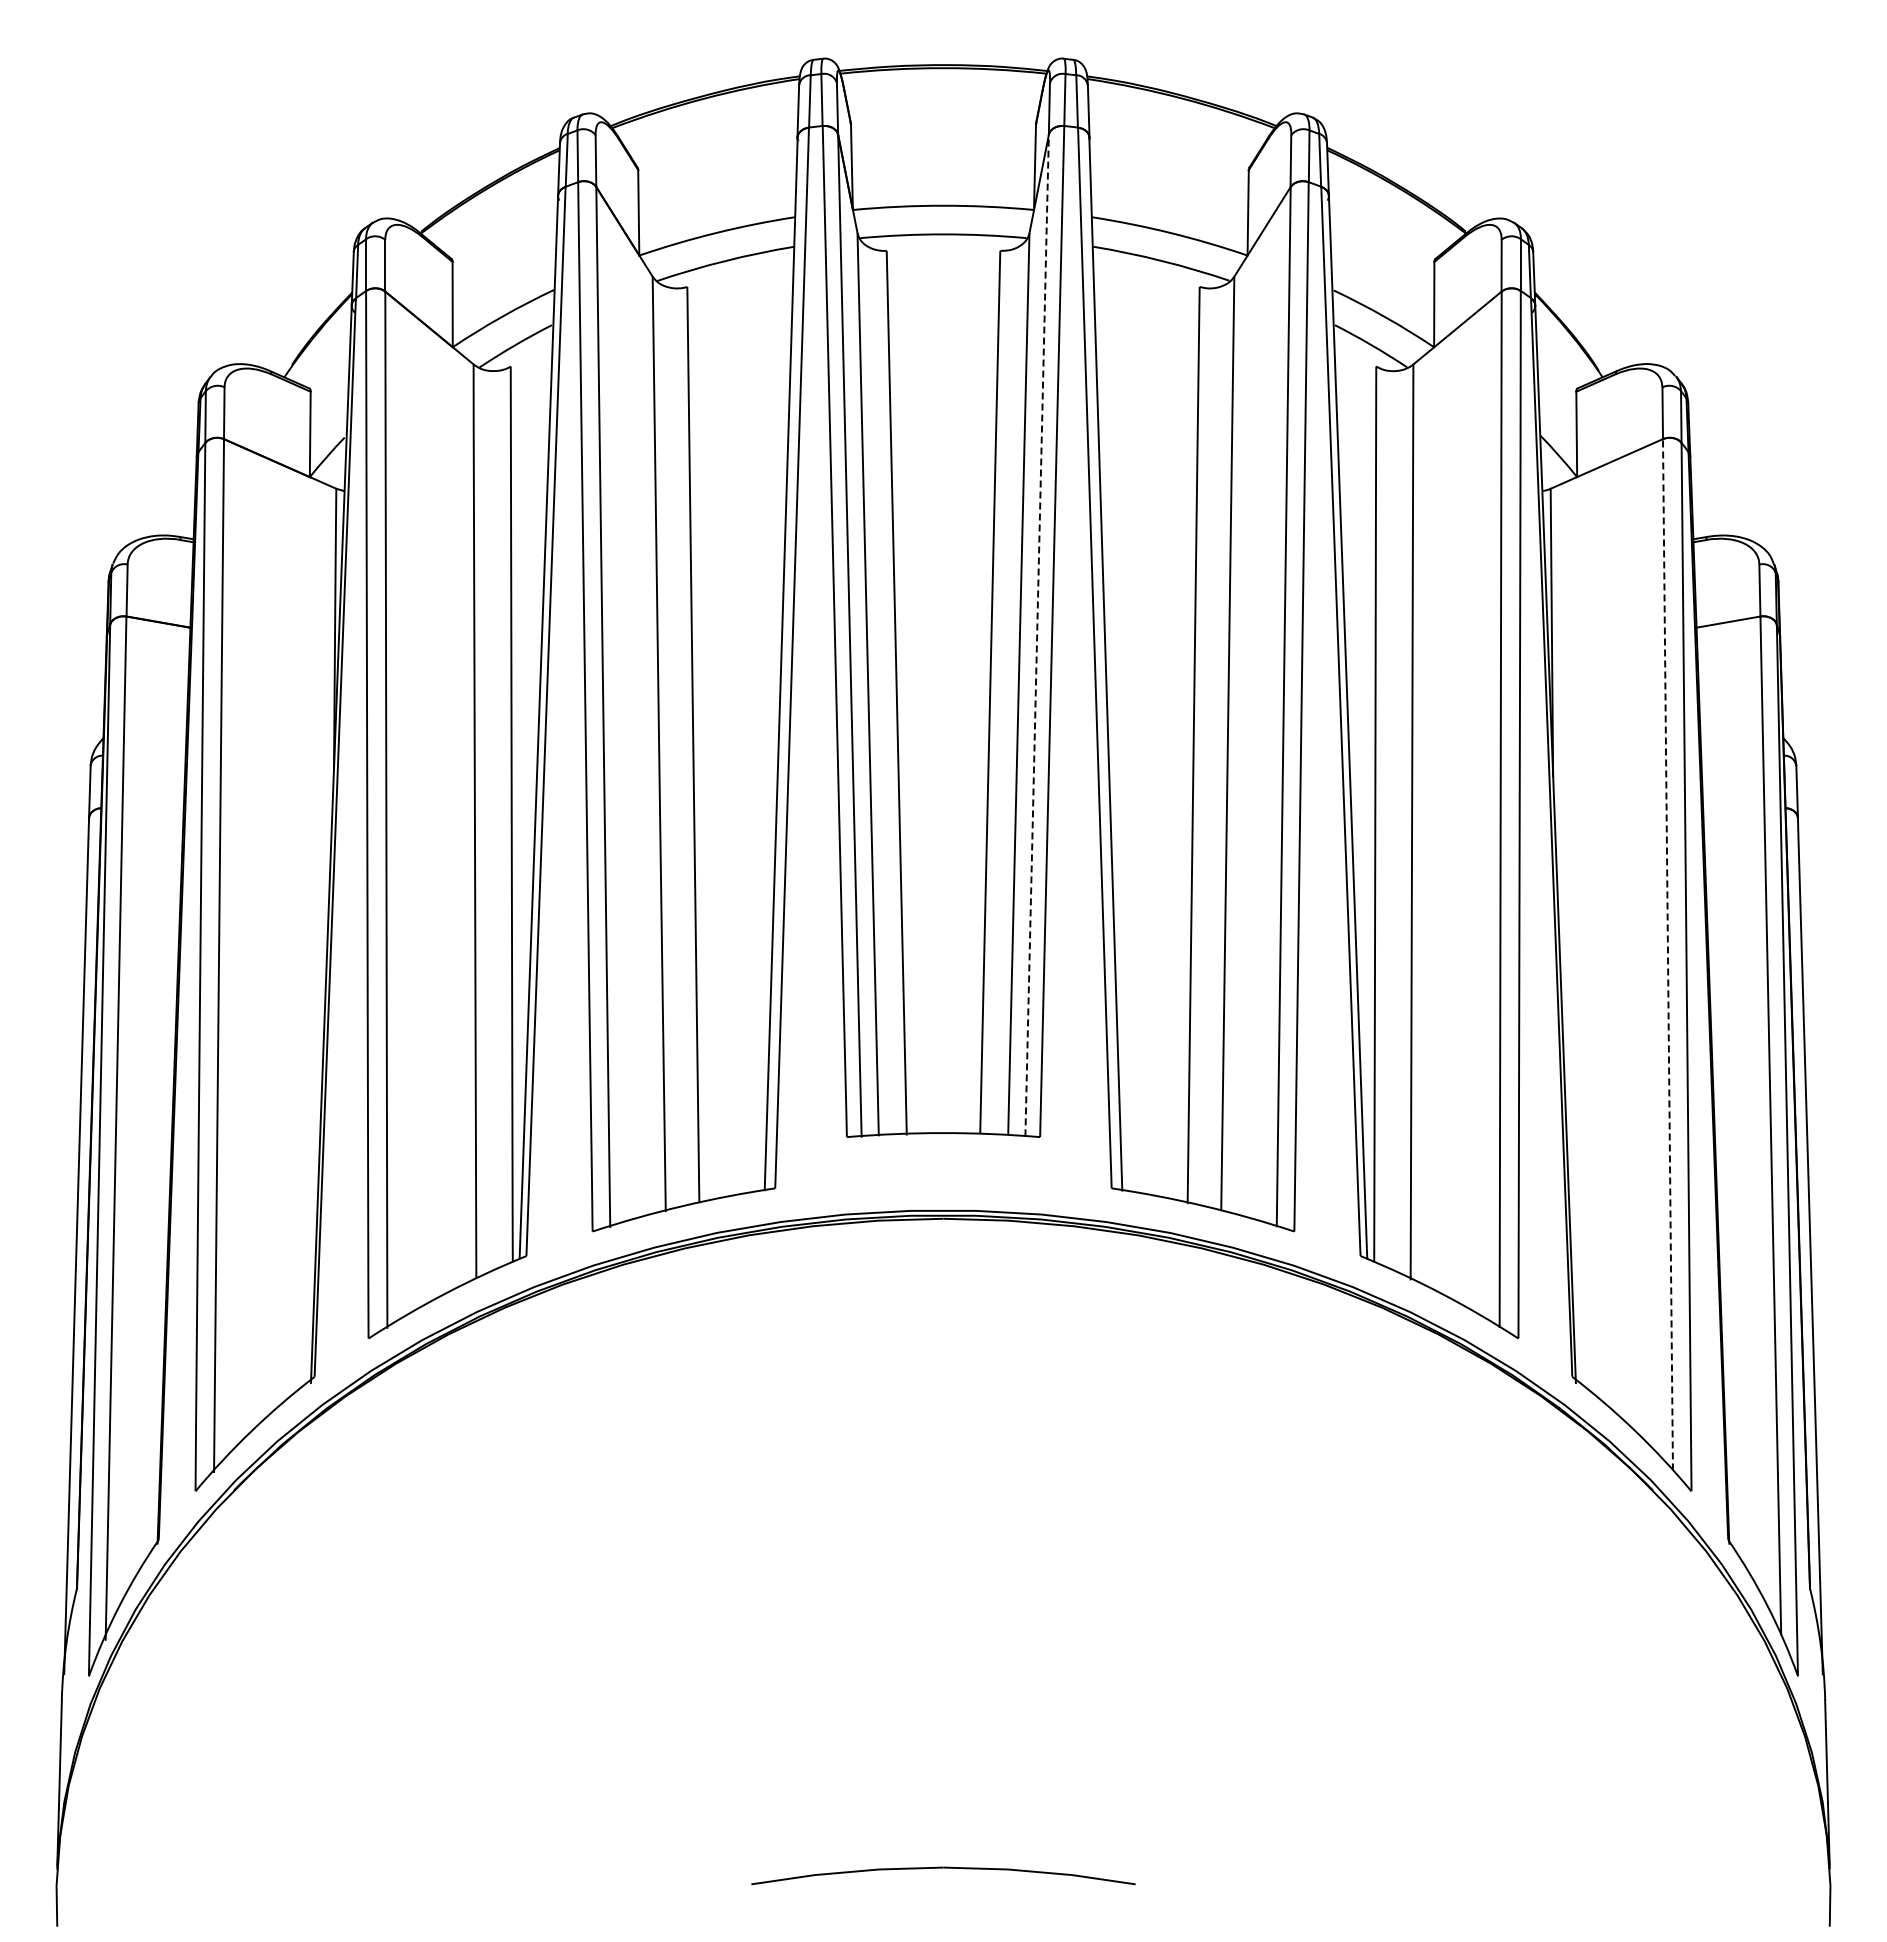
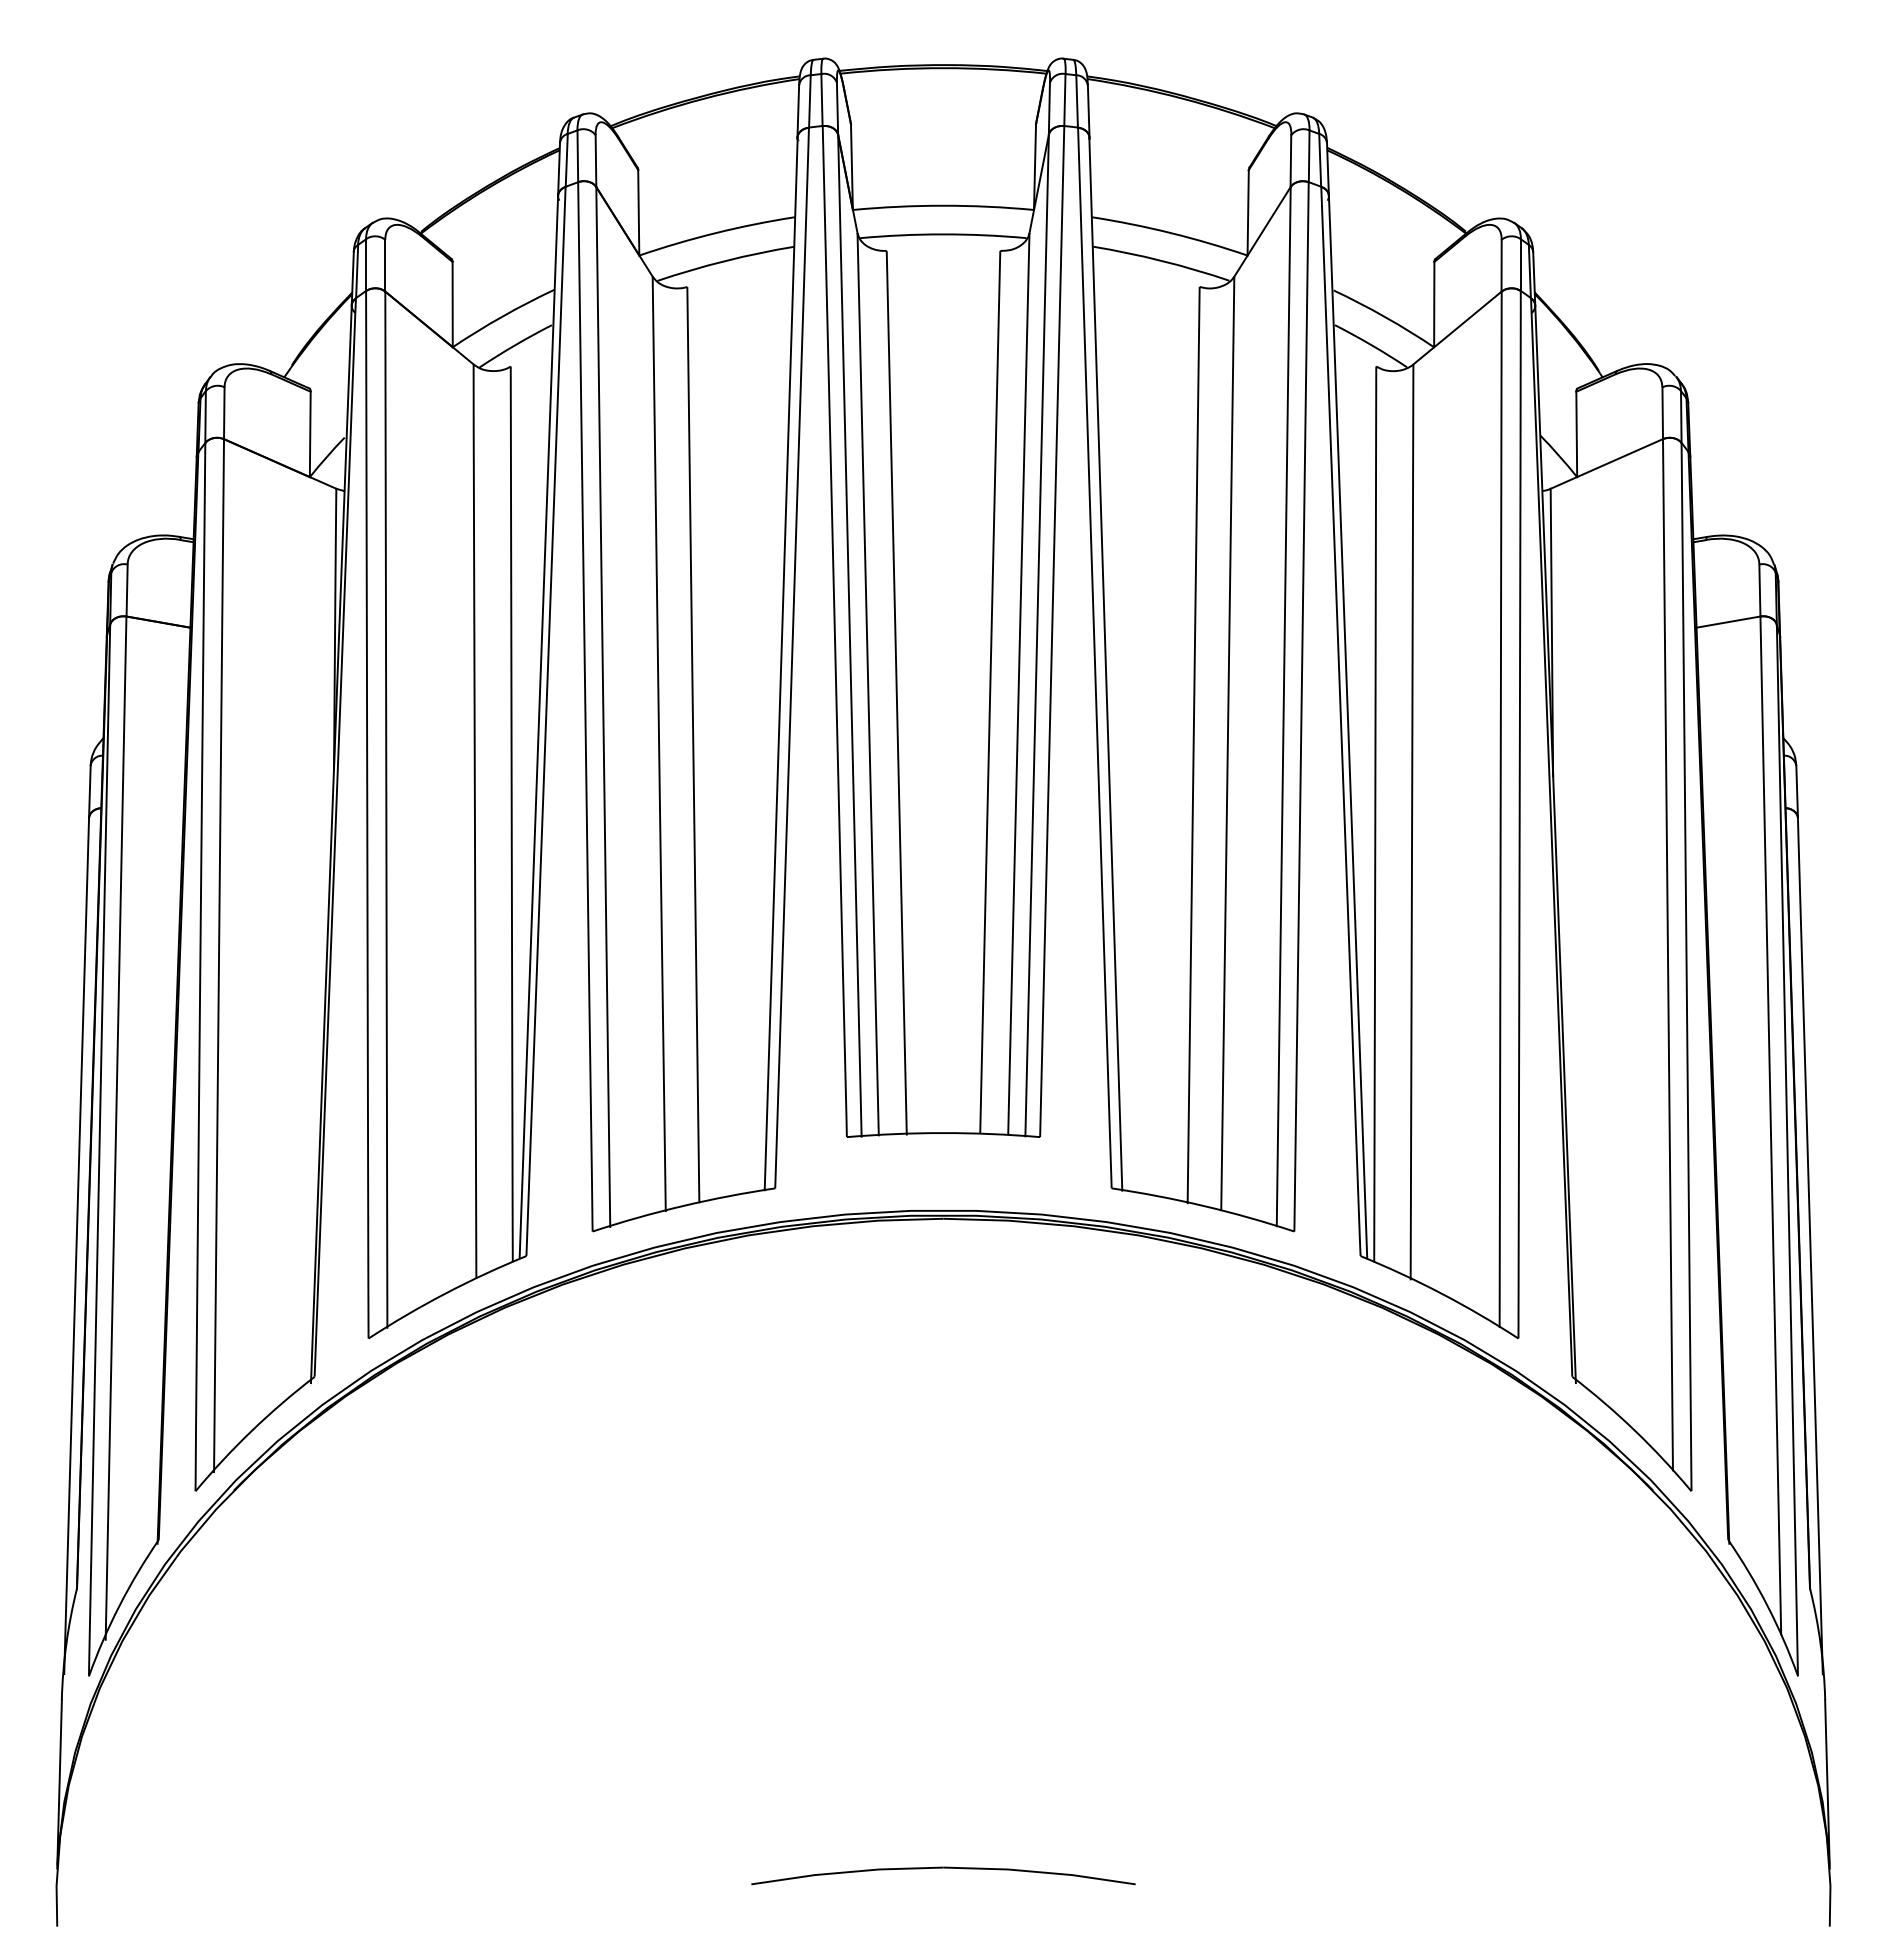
line at (1037, 635): dashed -> solid
line at (1667, 954): dashed -> solid
